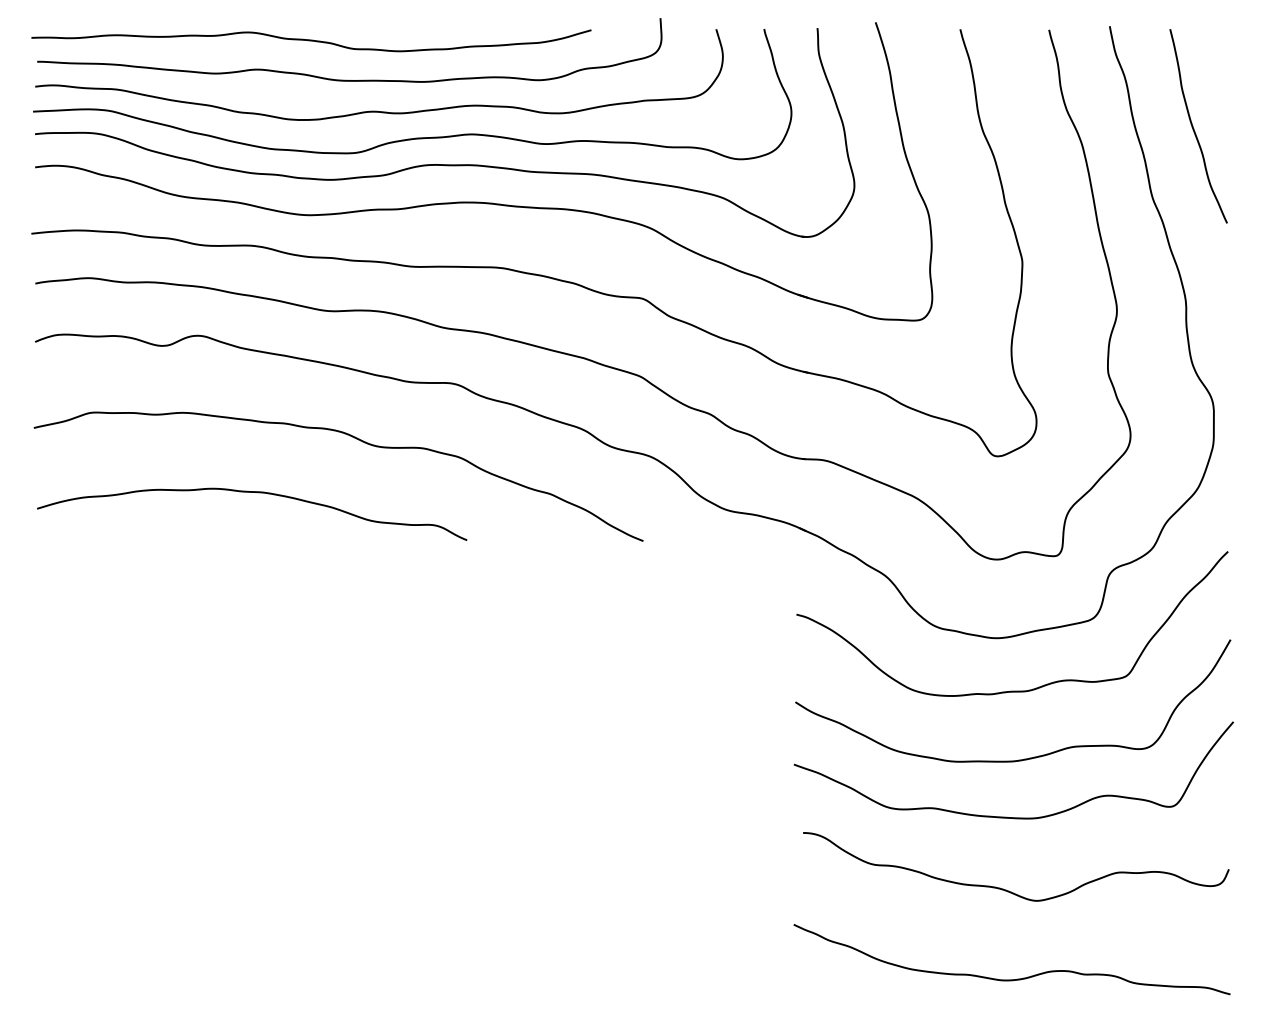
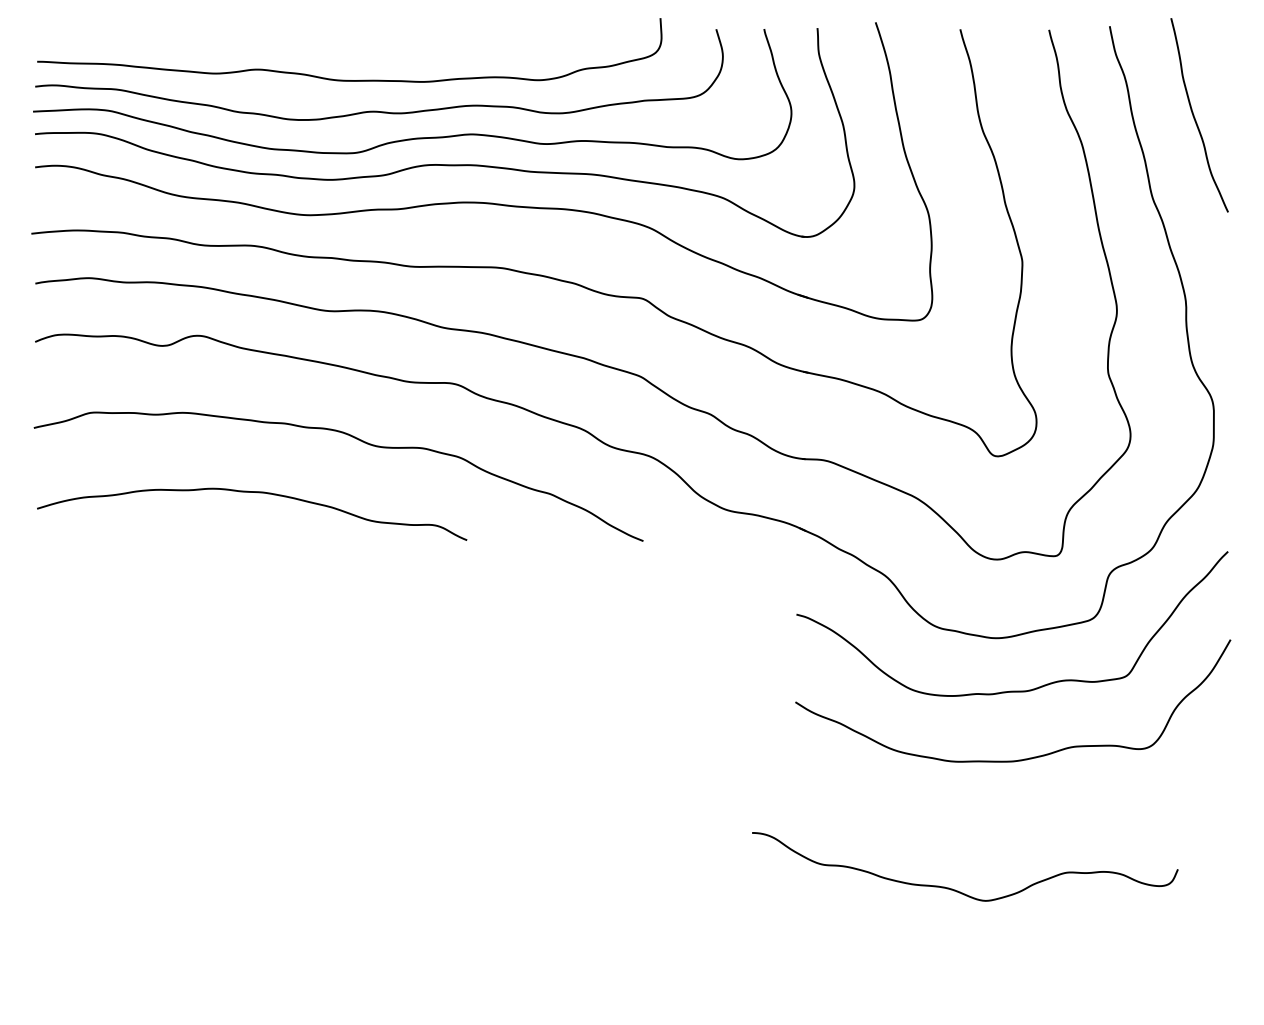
curve at (311, 40): present -> none
curve at (1194, 128) position: (1194, 128) -> (1195, 117)
curve at (1006, 816): present -> none
curve at (1006, 889) position: (1006, 889) -> (955, 889)
curve at (1017, 978): present -> none
